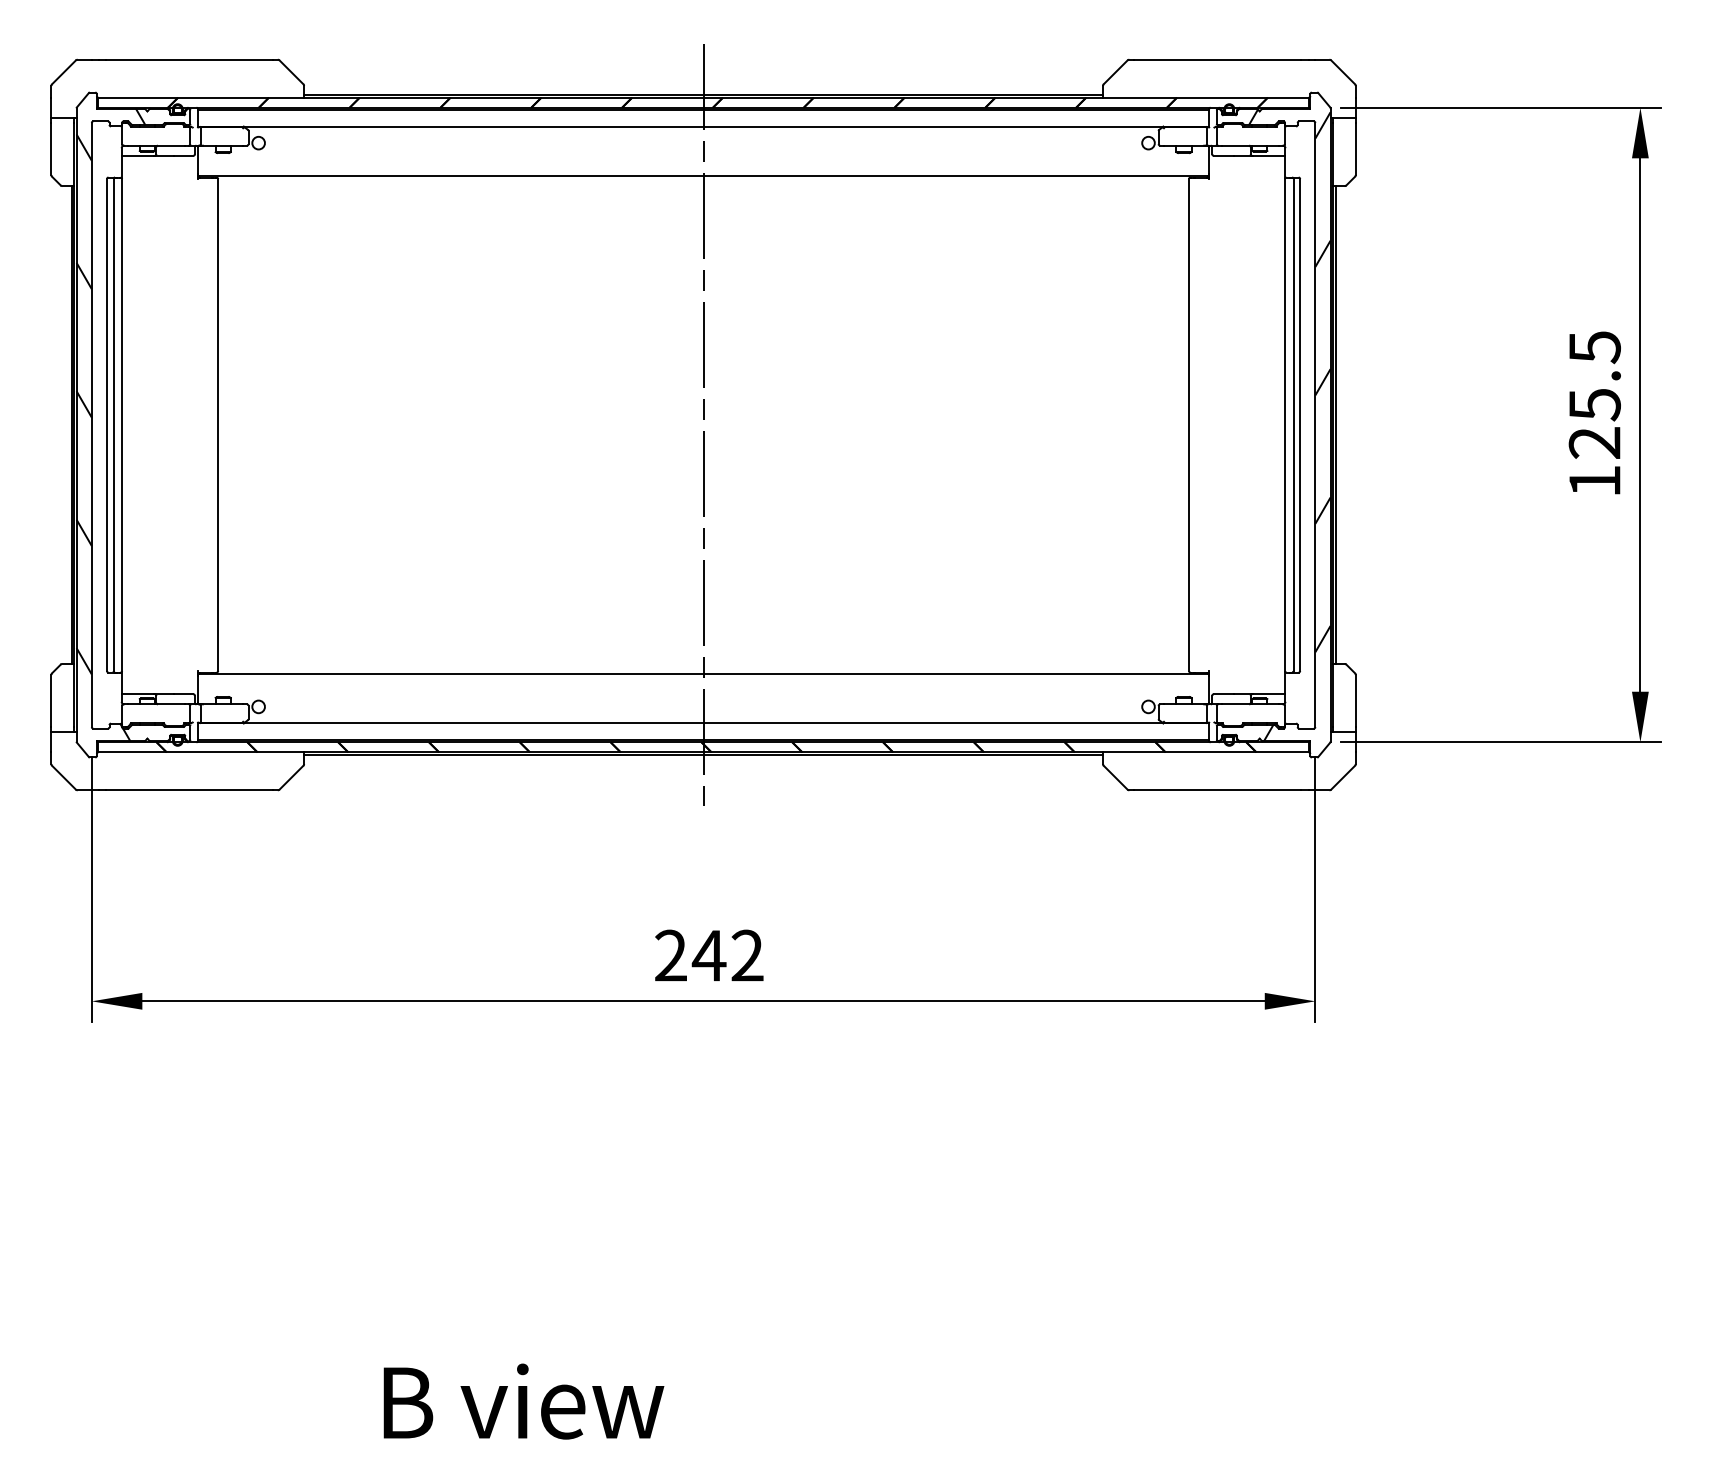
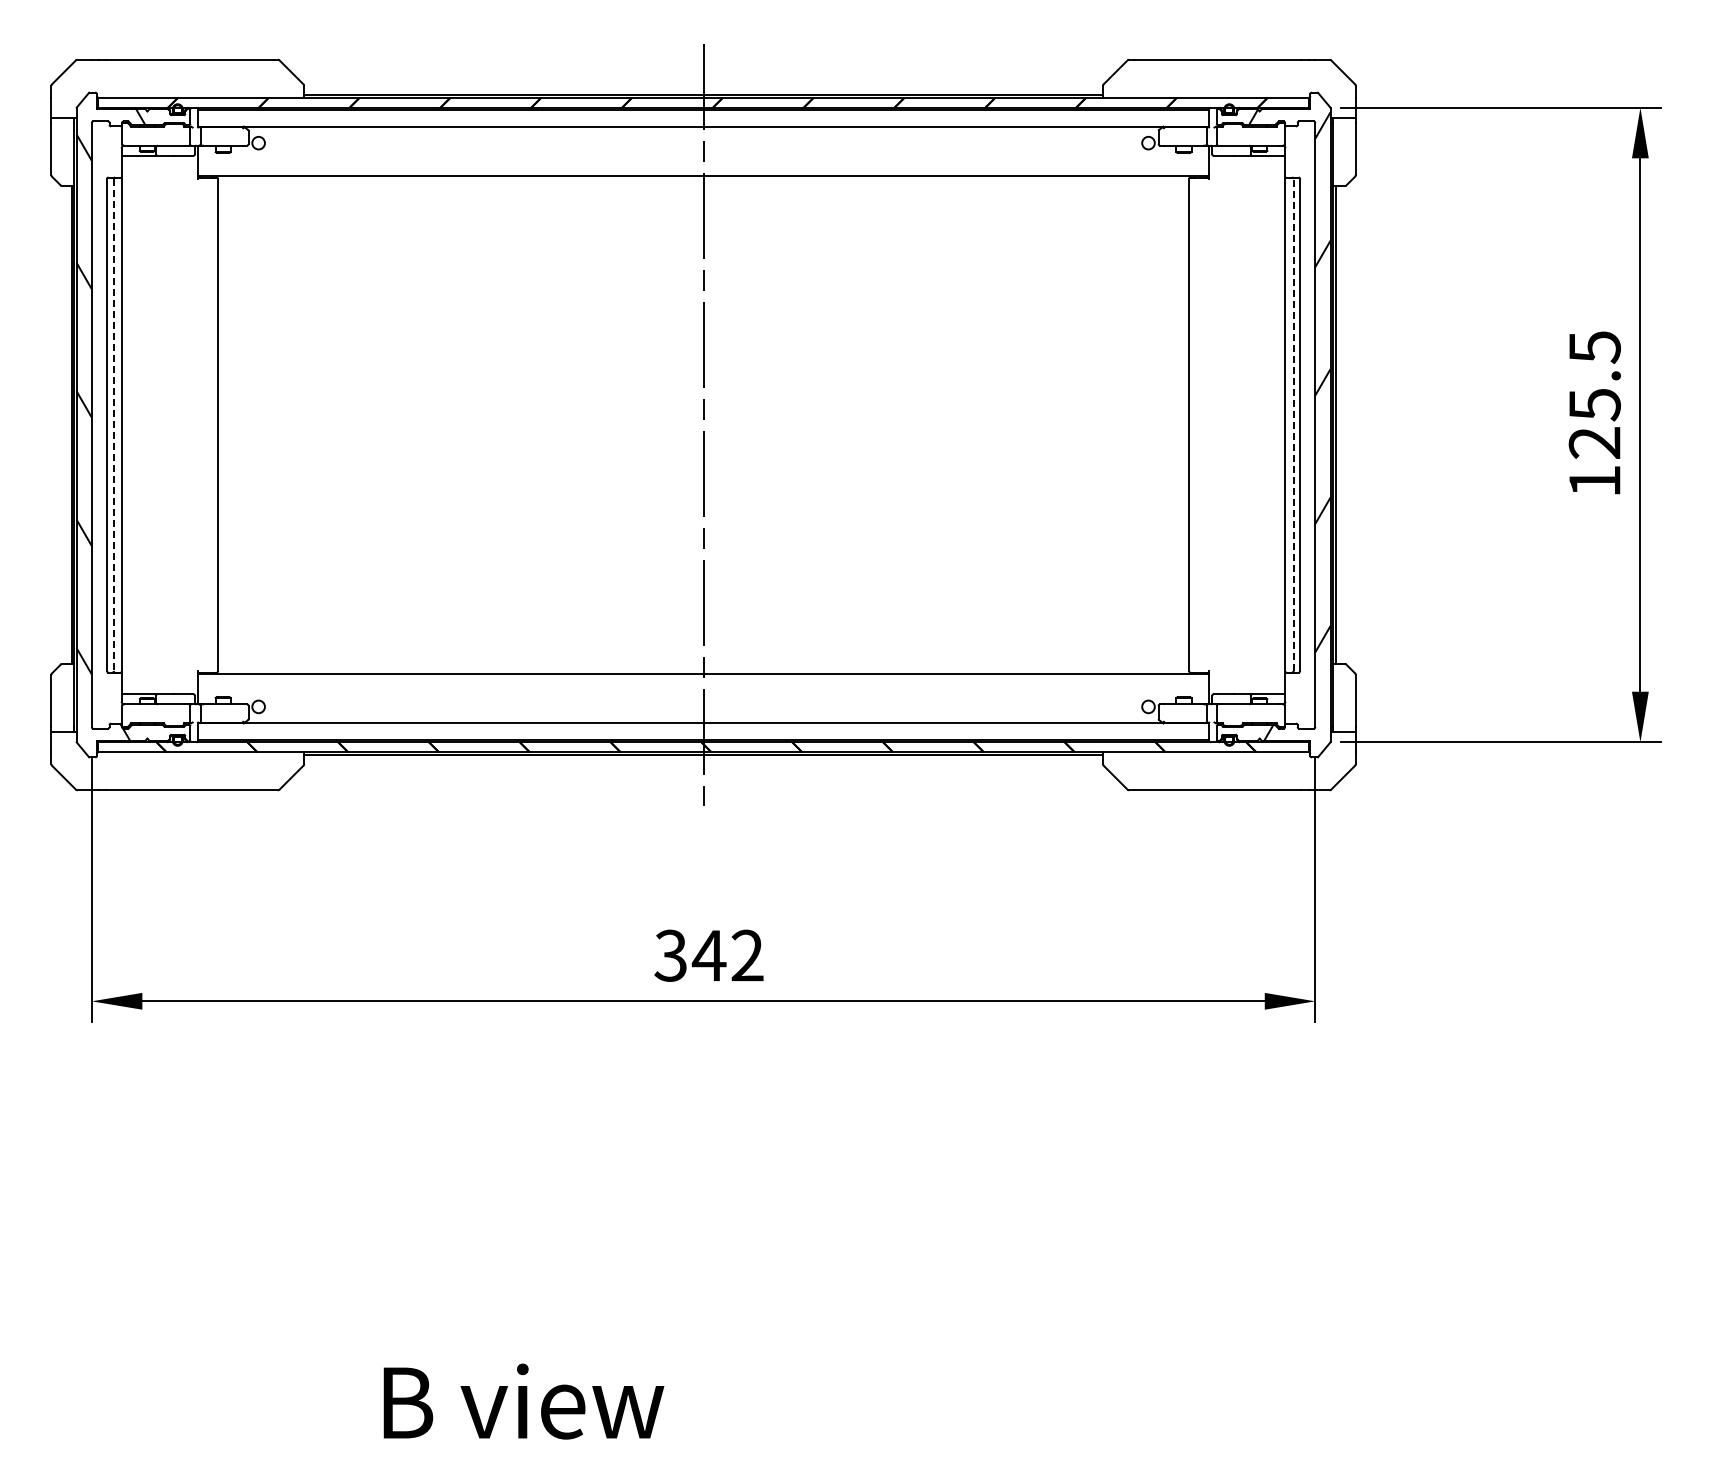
line at (113, 425): solid -> dashed
line at (1293, 425): solid -> dashed
text at (670, 955): 242 -> 342
